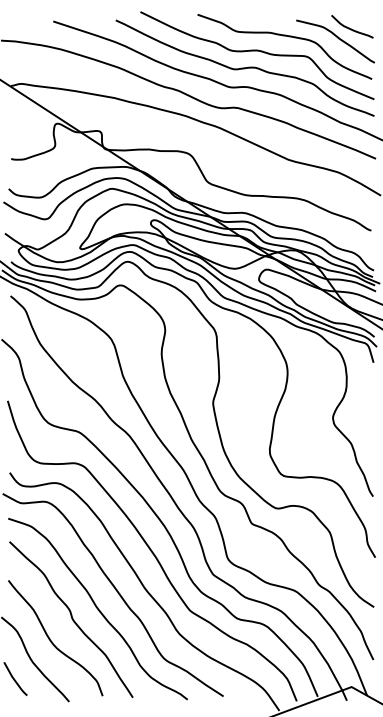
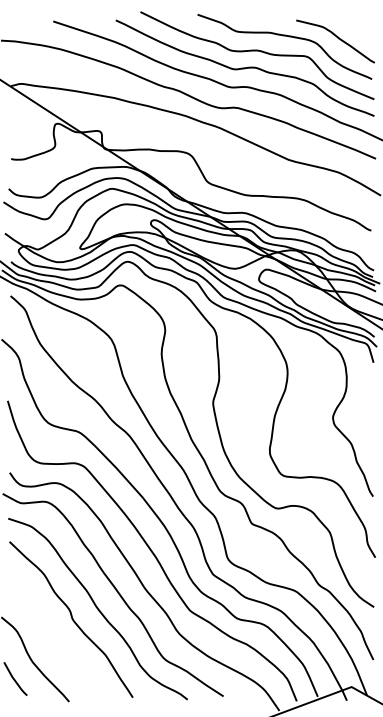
curve at (351, 28): present -> none
curve at (52, 641): present -> none
